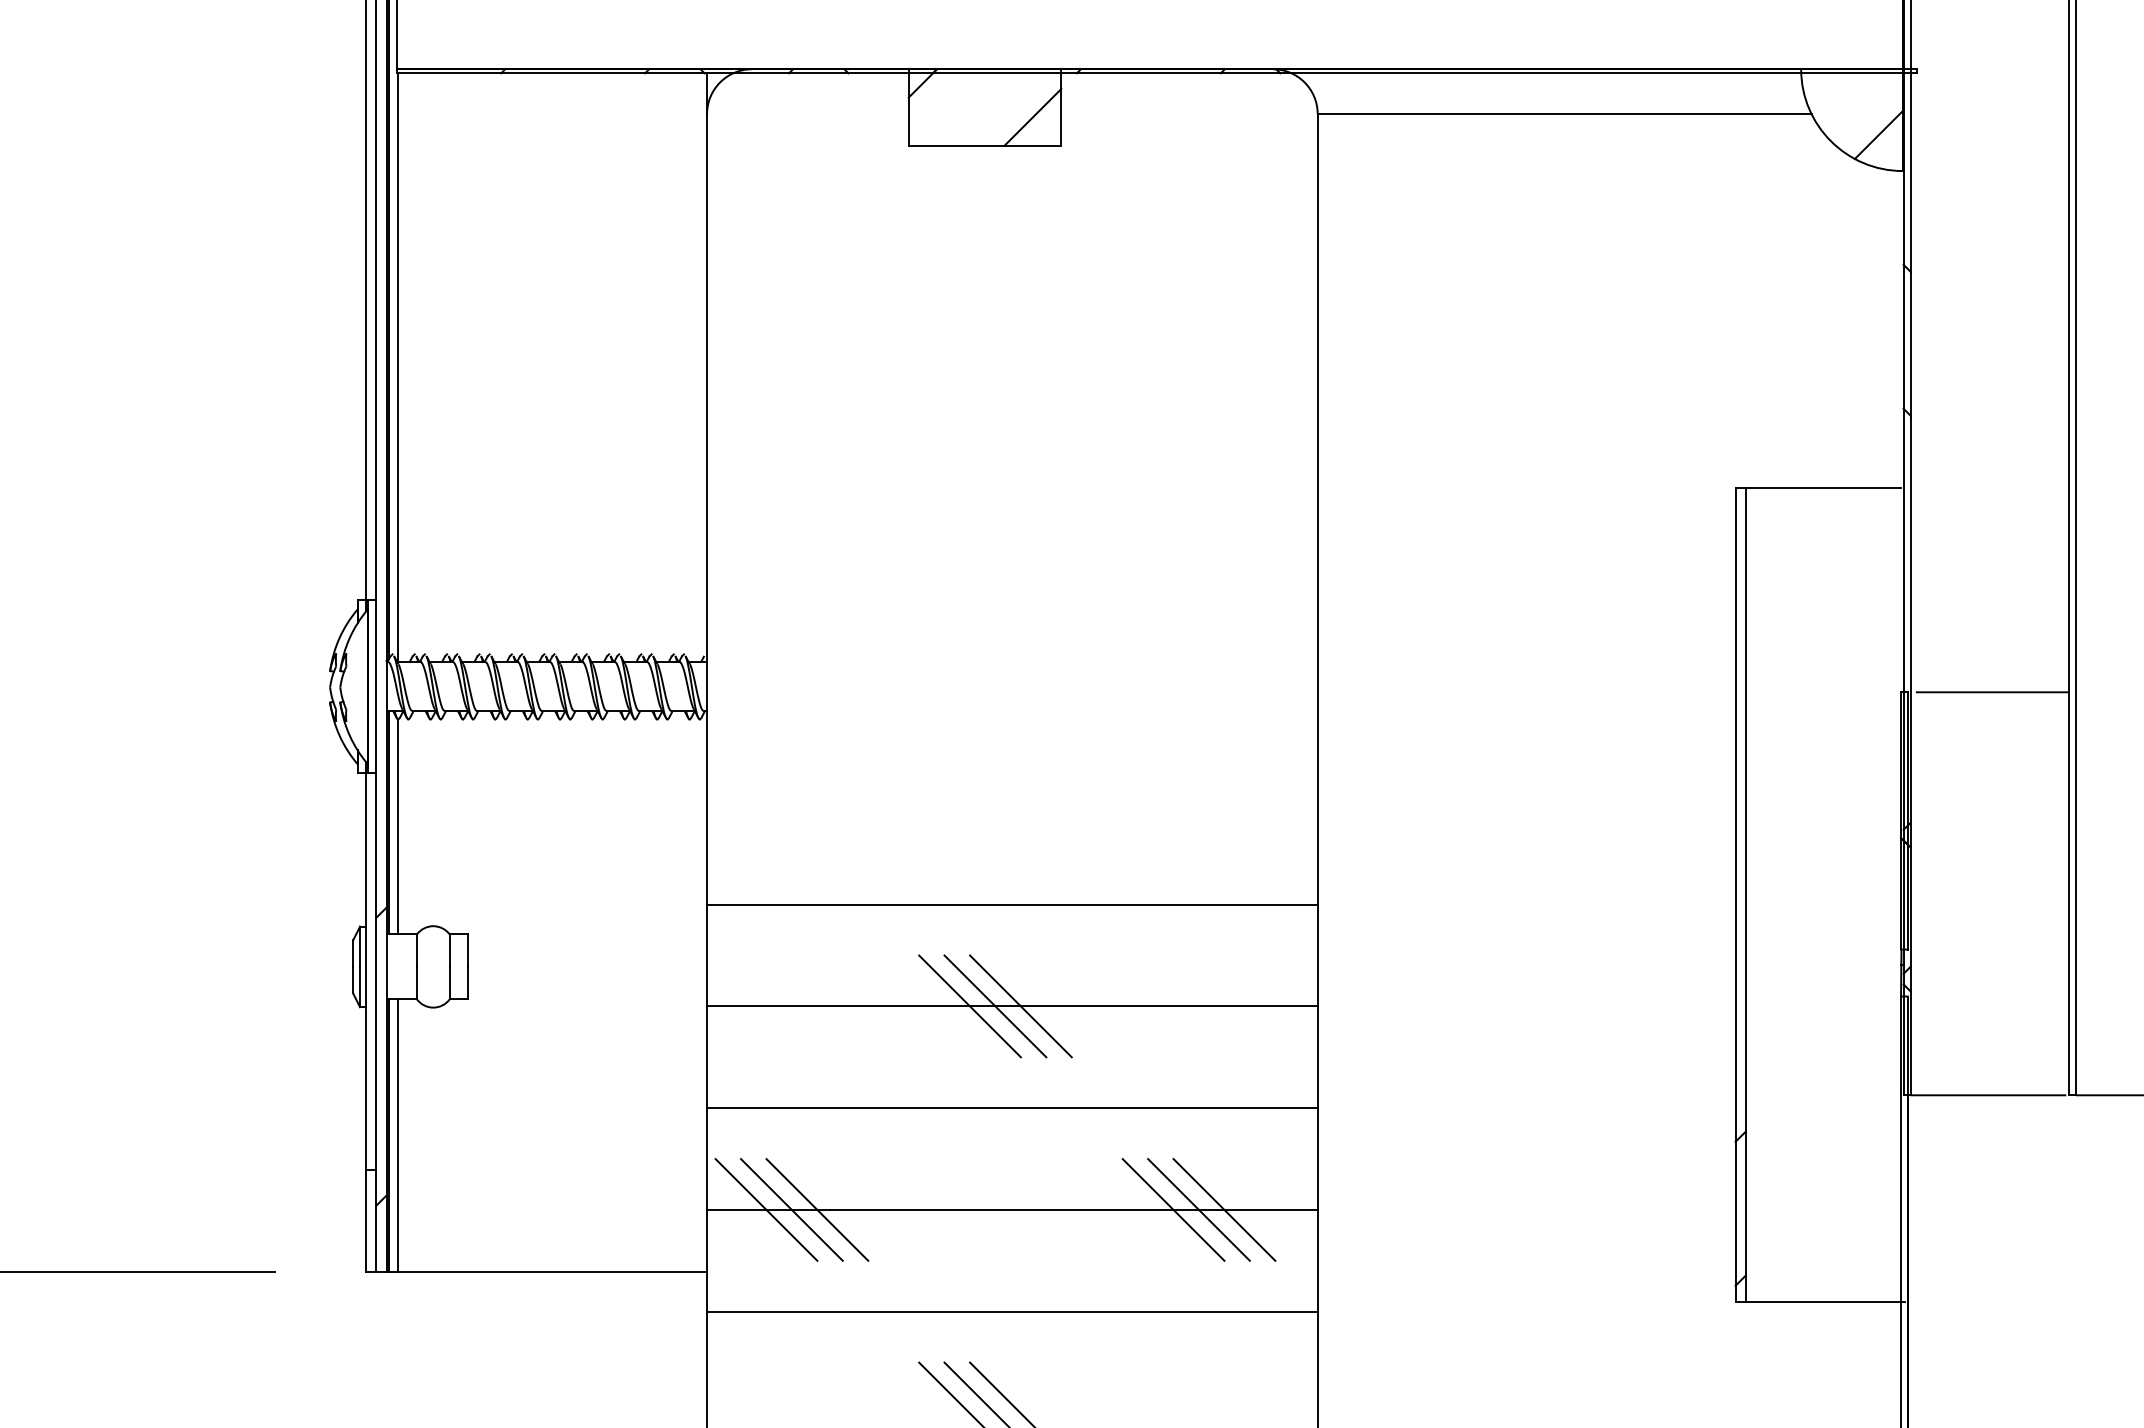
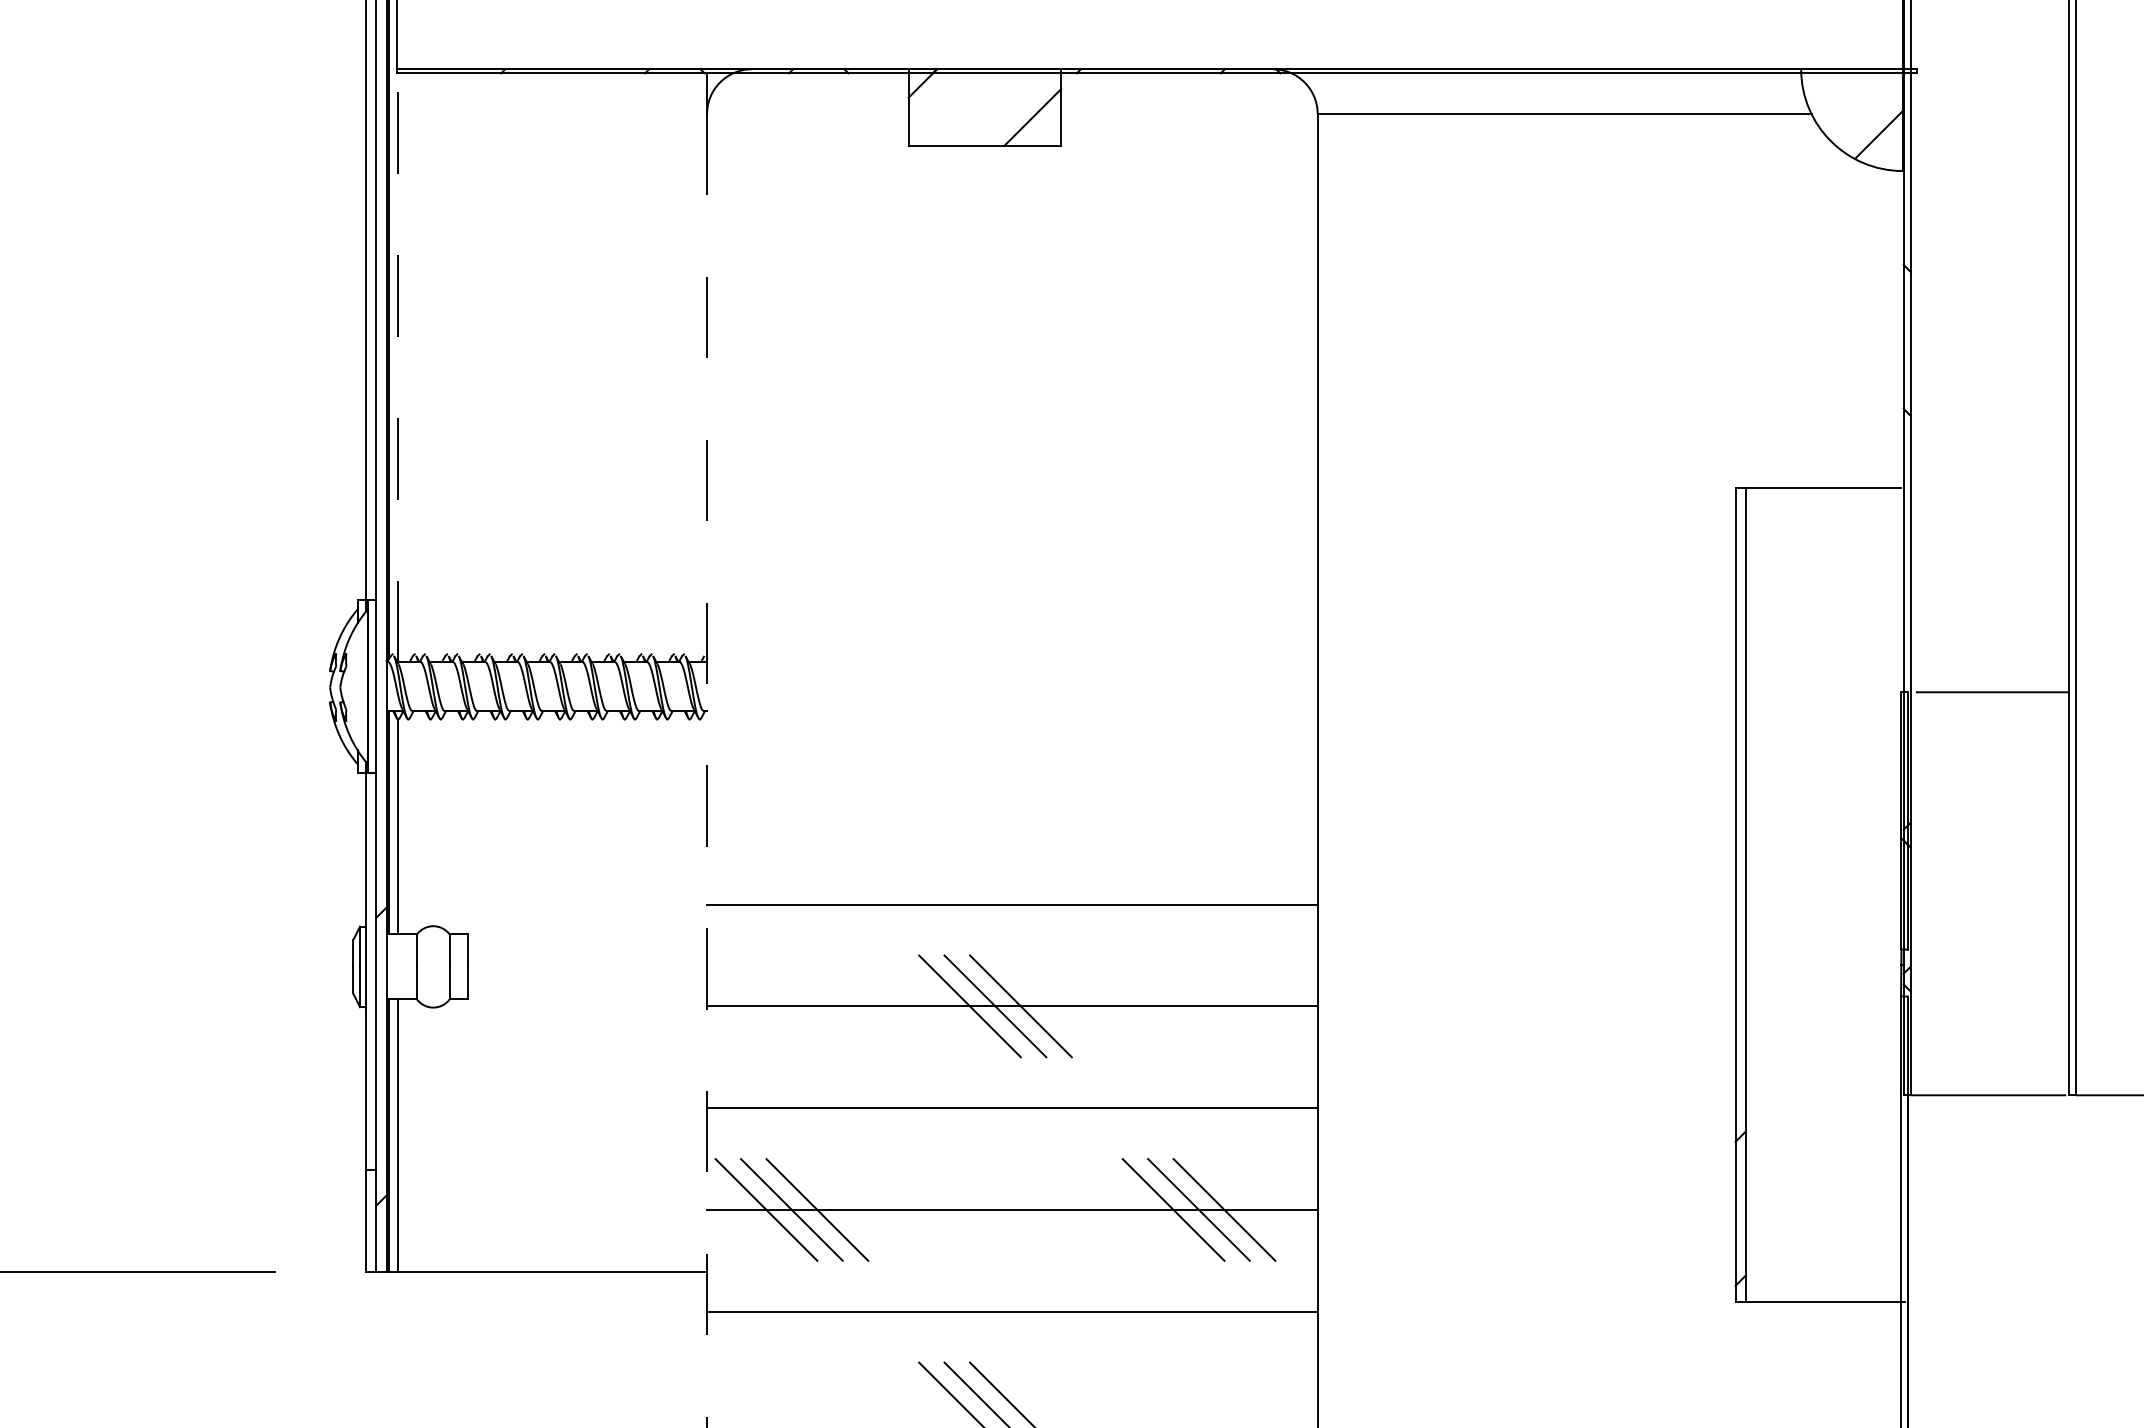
line at (398, 367): solid -> dashed
line at (707, 771): solid -> dashed
